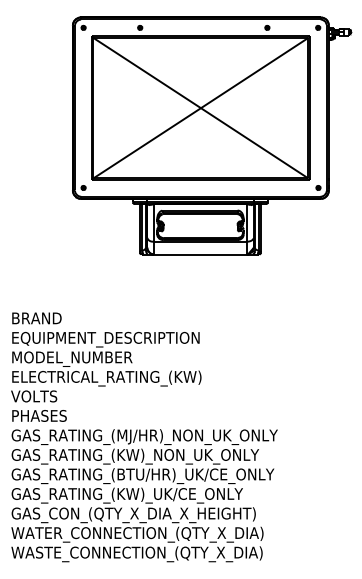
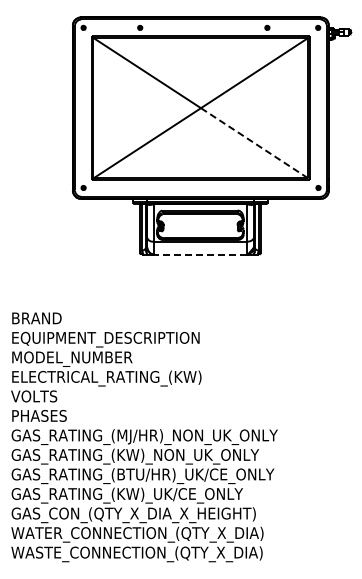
line at (255, 143): solid -> dashed
line at (199, 254): solid -> dashed
